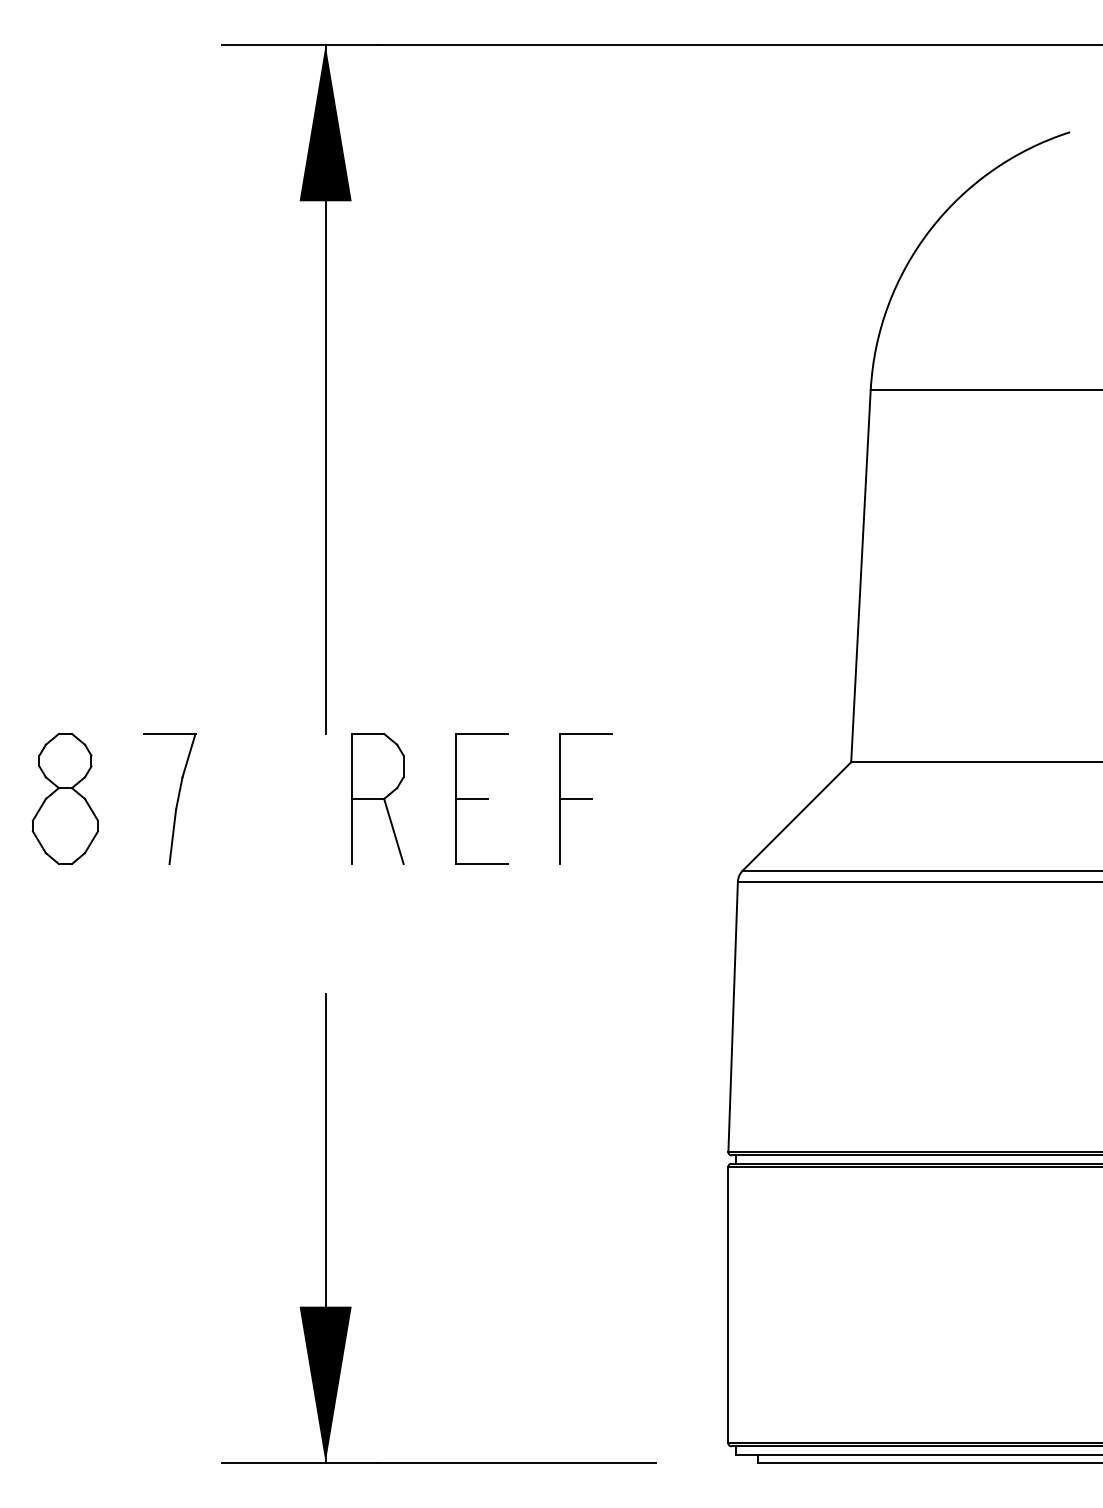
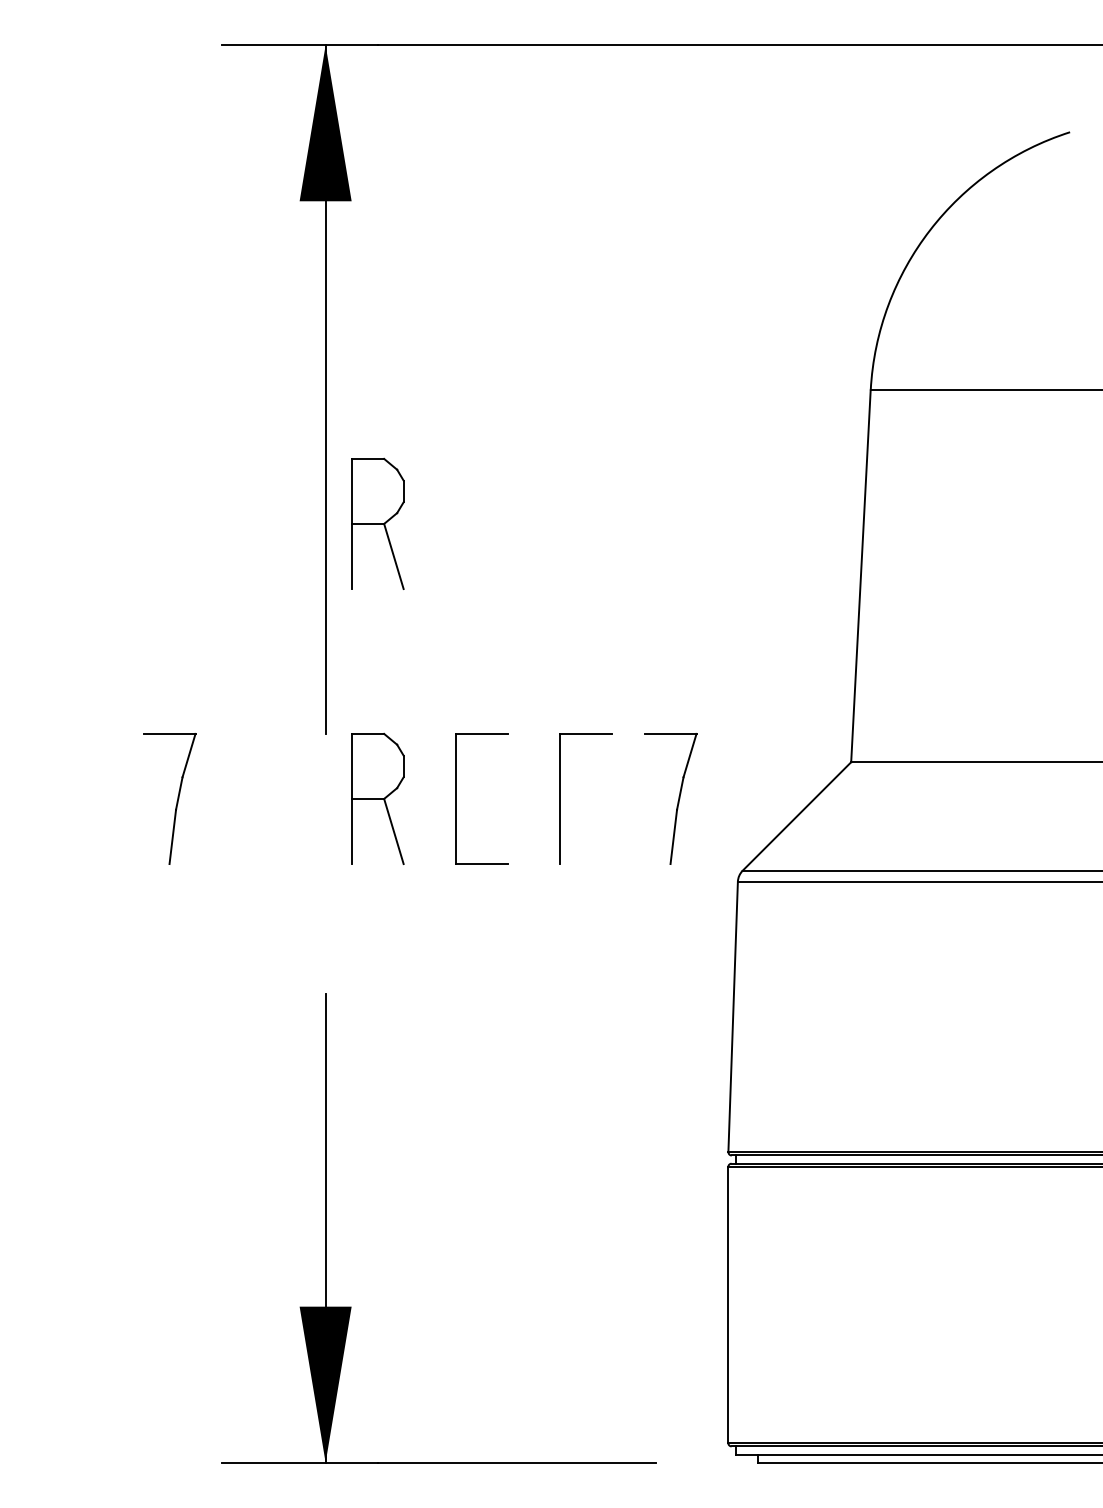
part at (377, 523): none -> present
part at (64, 798): present -> none
line at (471, 798): present -> none
line at (575, 798): present -> none
part at (677, 801): none -> present
